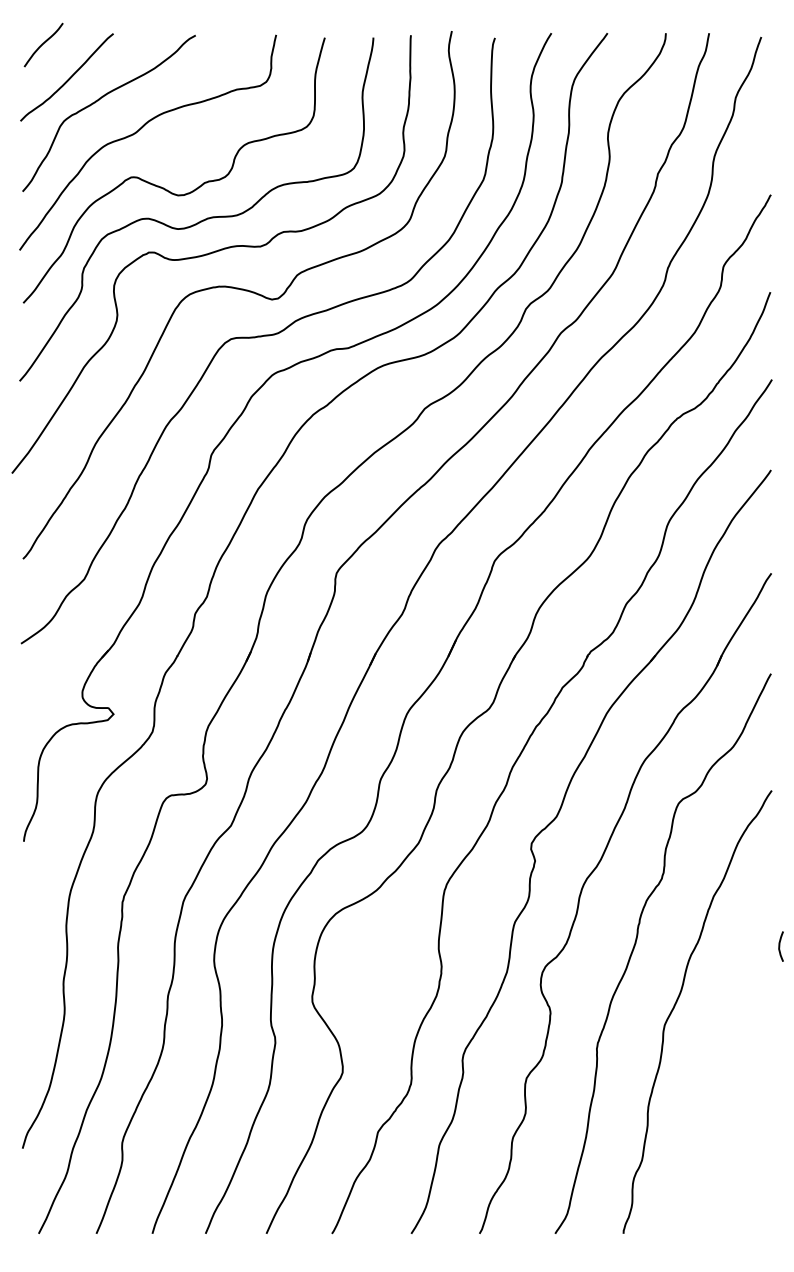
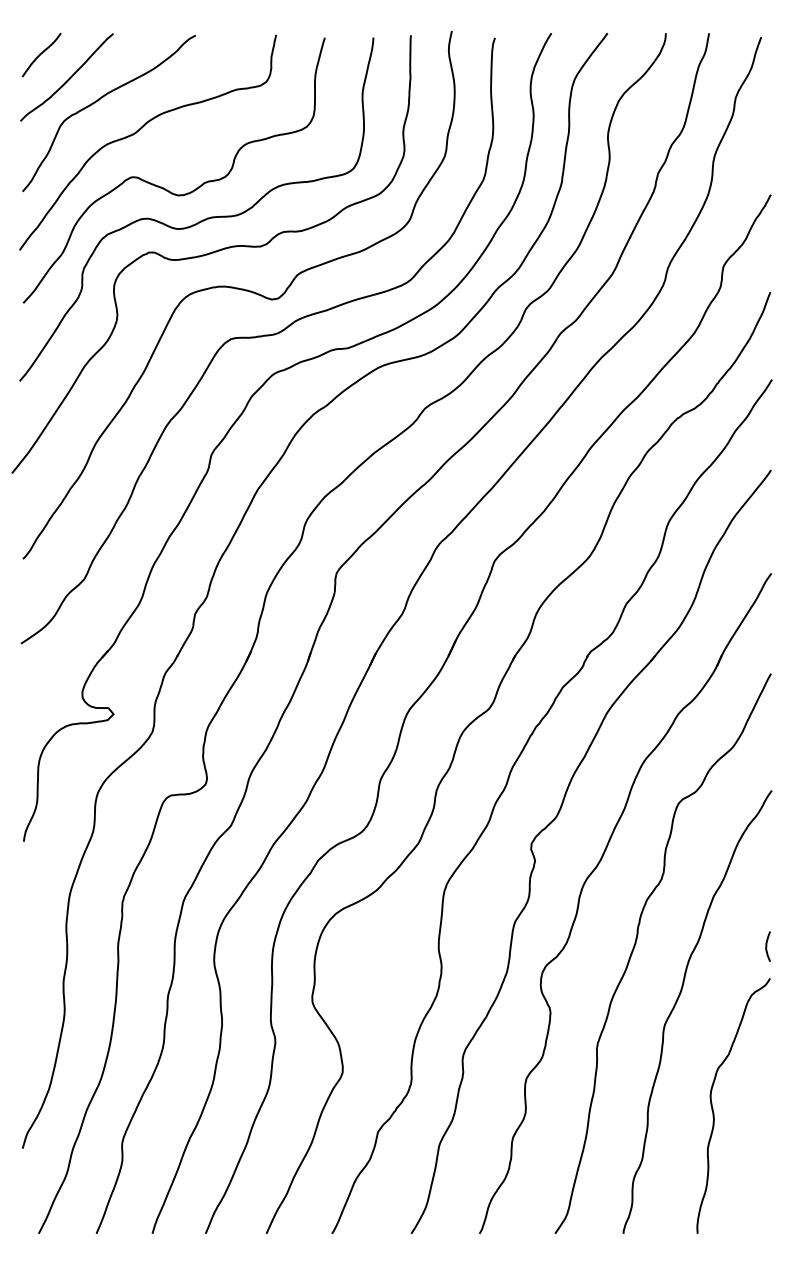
curve at (43, 44) position: (43, 44) -> (41, 54)
curve at (780, 946) position: (780, 946) -> (767, 946)
curve at (713, 1108): none -> present
